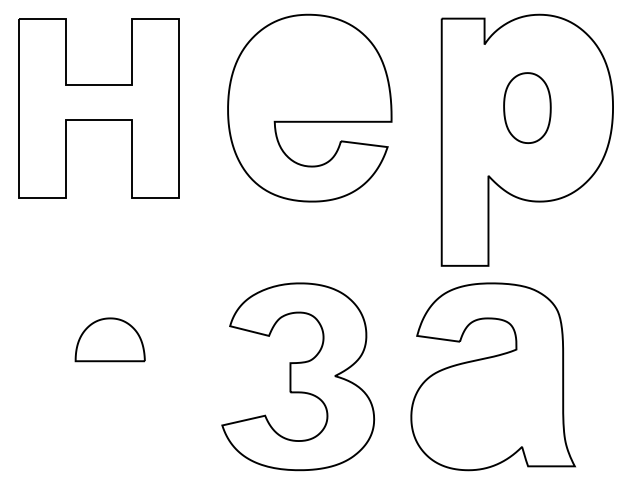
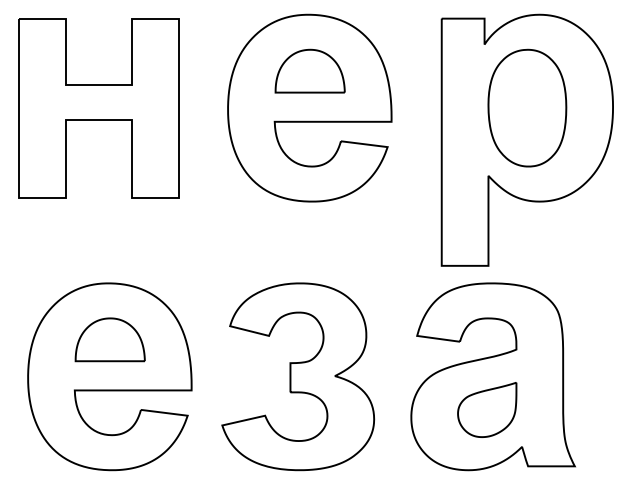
part at (309, 70): none -> present
part at (527, 107) size: 49x72 px -> 81x120 px
part at (109, 376): none -> present
part at (487, 409): none -> present
